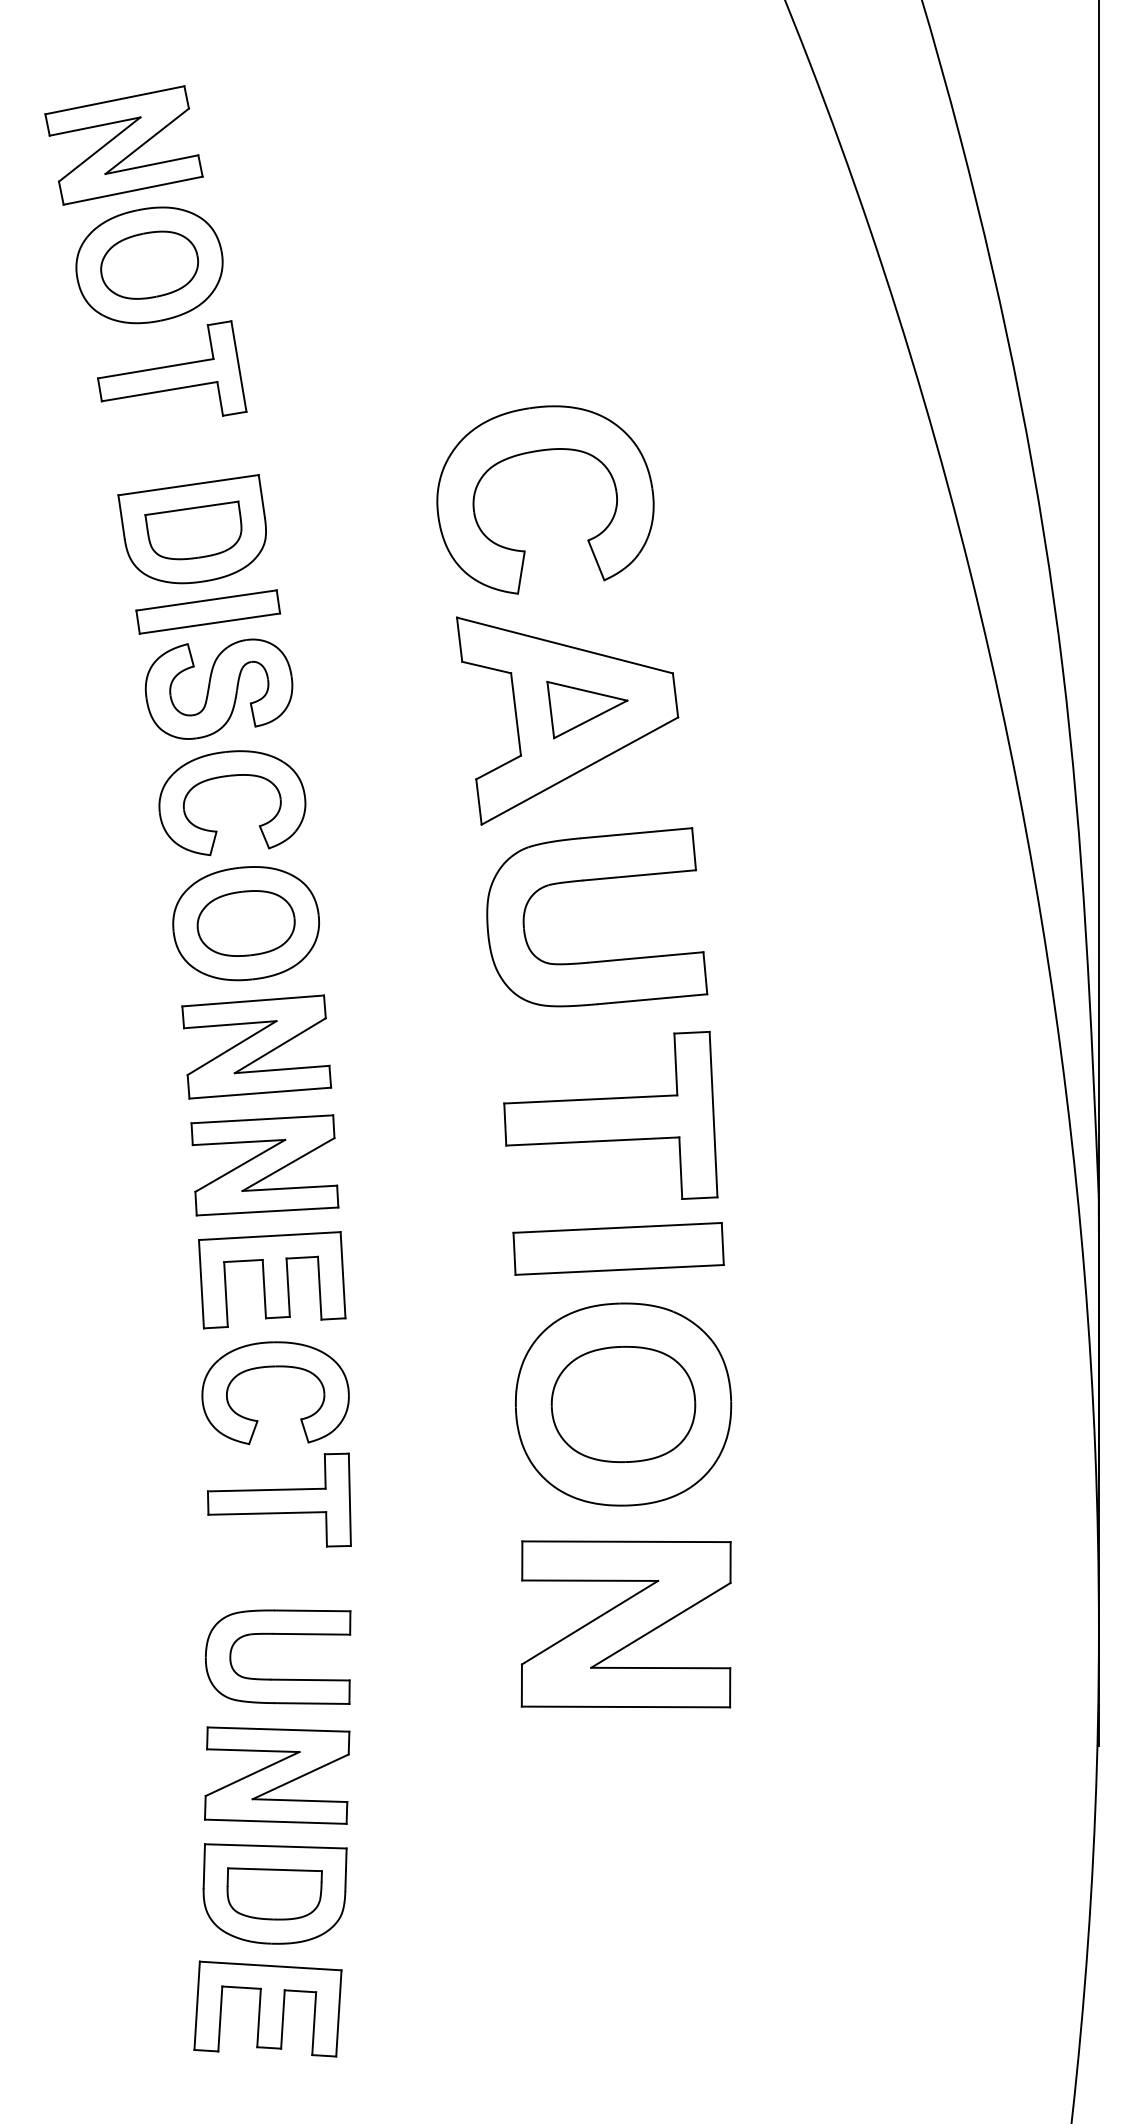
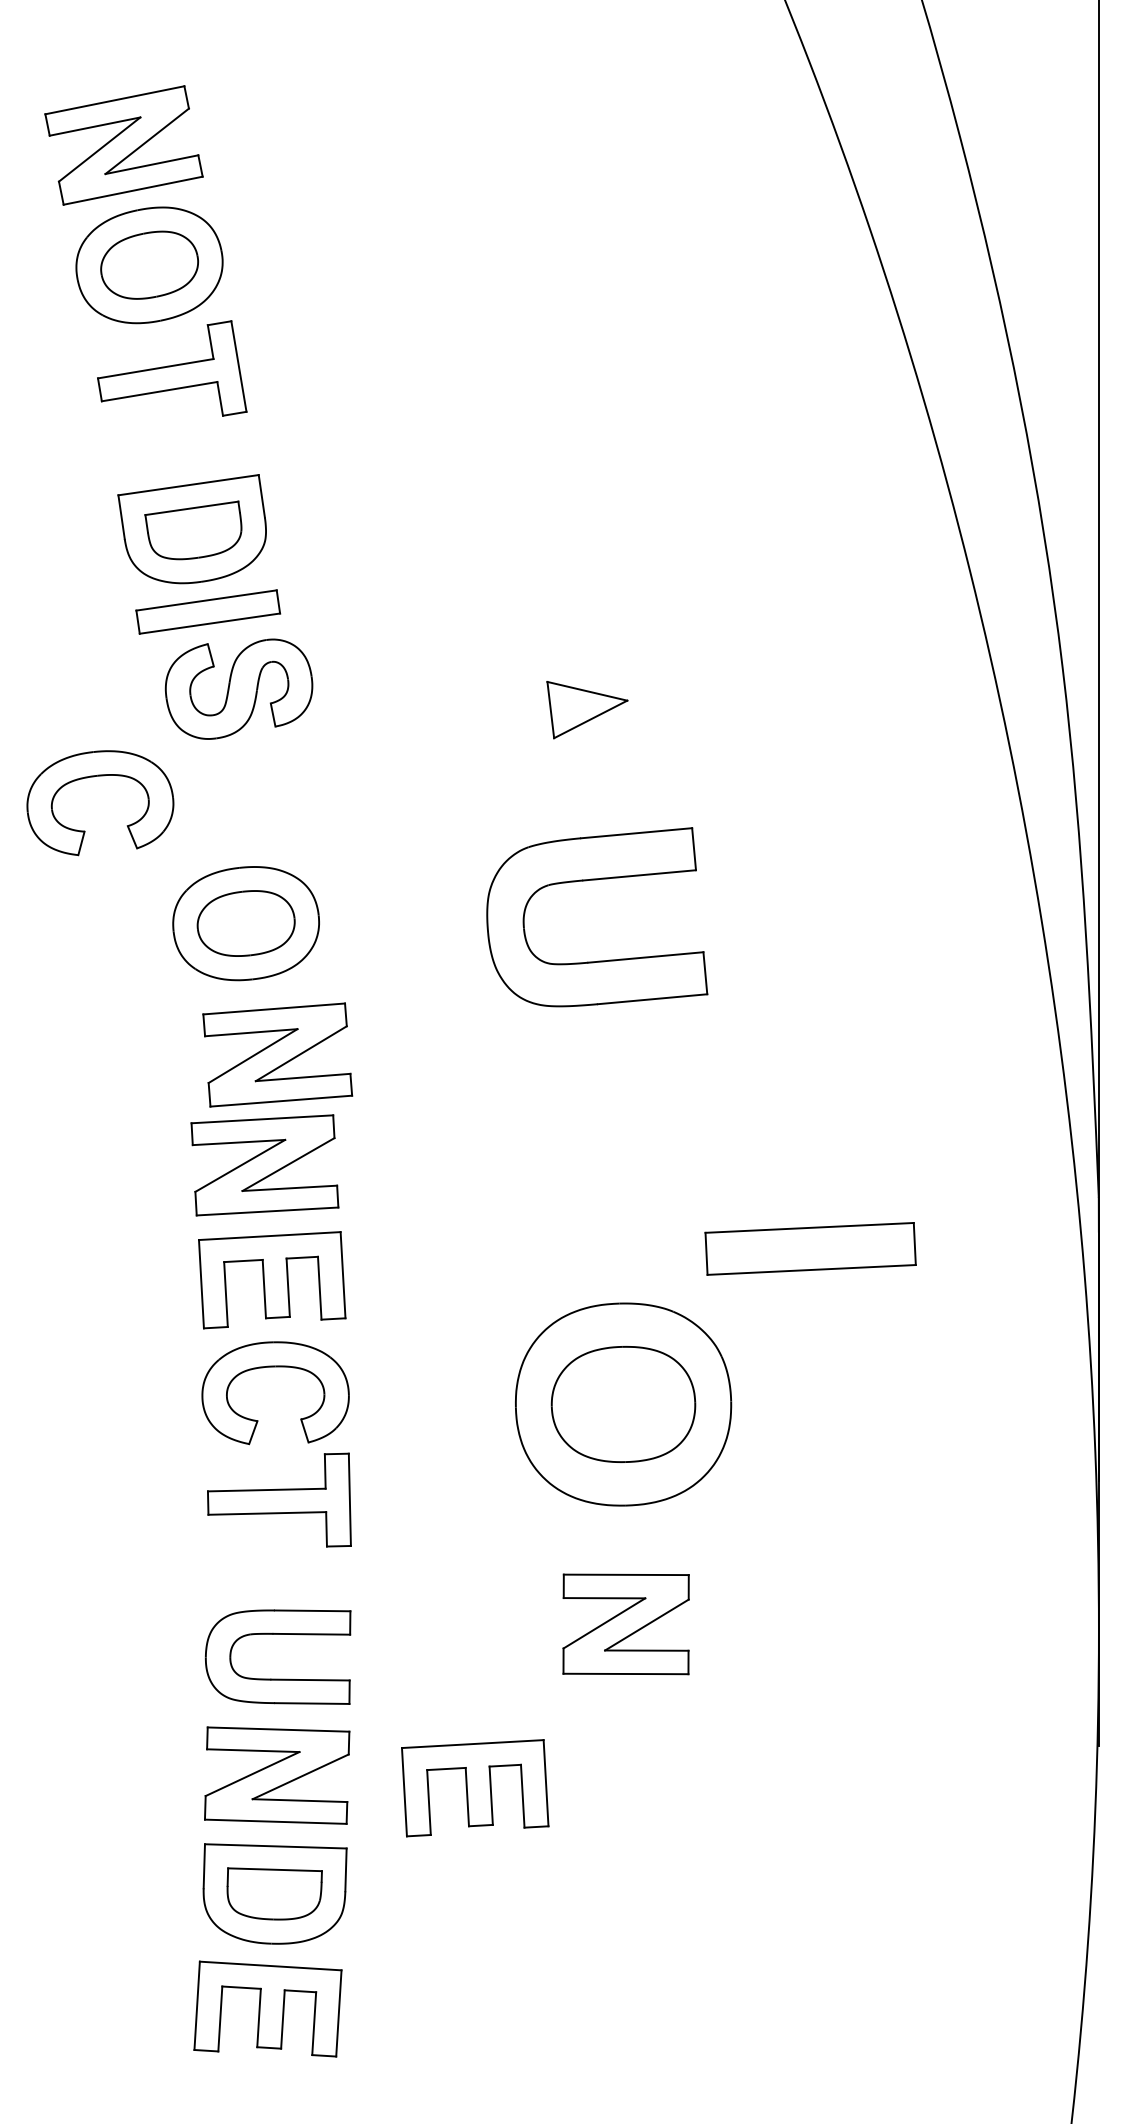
part at (536, 452): present -> none
part at (218, 688) position: (218, 688) -> (238, 688)
part at (567, 720): present -> none
part at (226, 777) position: (226, 777) -> (94, 777)
part at (256, 1046) position: (256, 1046) -> (277, 1054)
part at (610, 1114): present -> none
part at (618, 1248) position: (618, 1248) -> (810, 1248)
part at (625, 1624) size: 212x169 px -> 128x103 px
part at (475, 1788): none -> present
